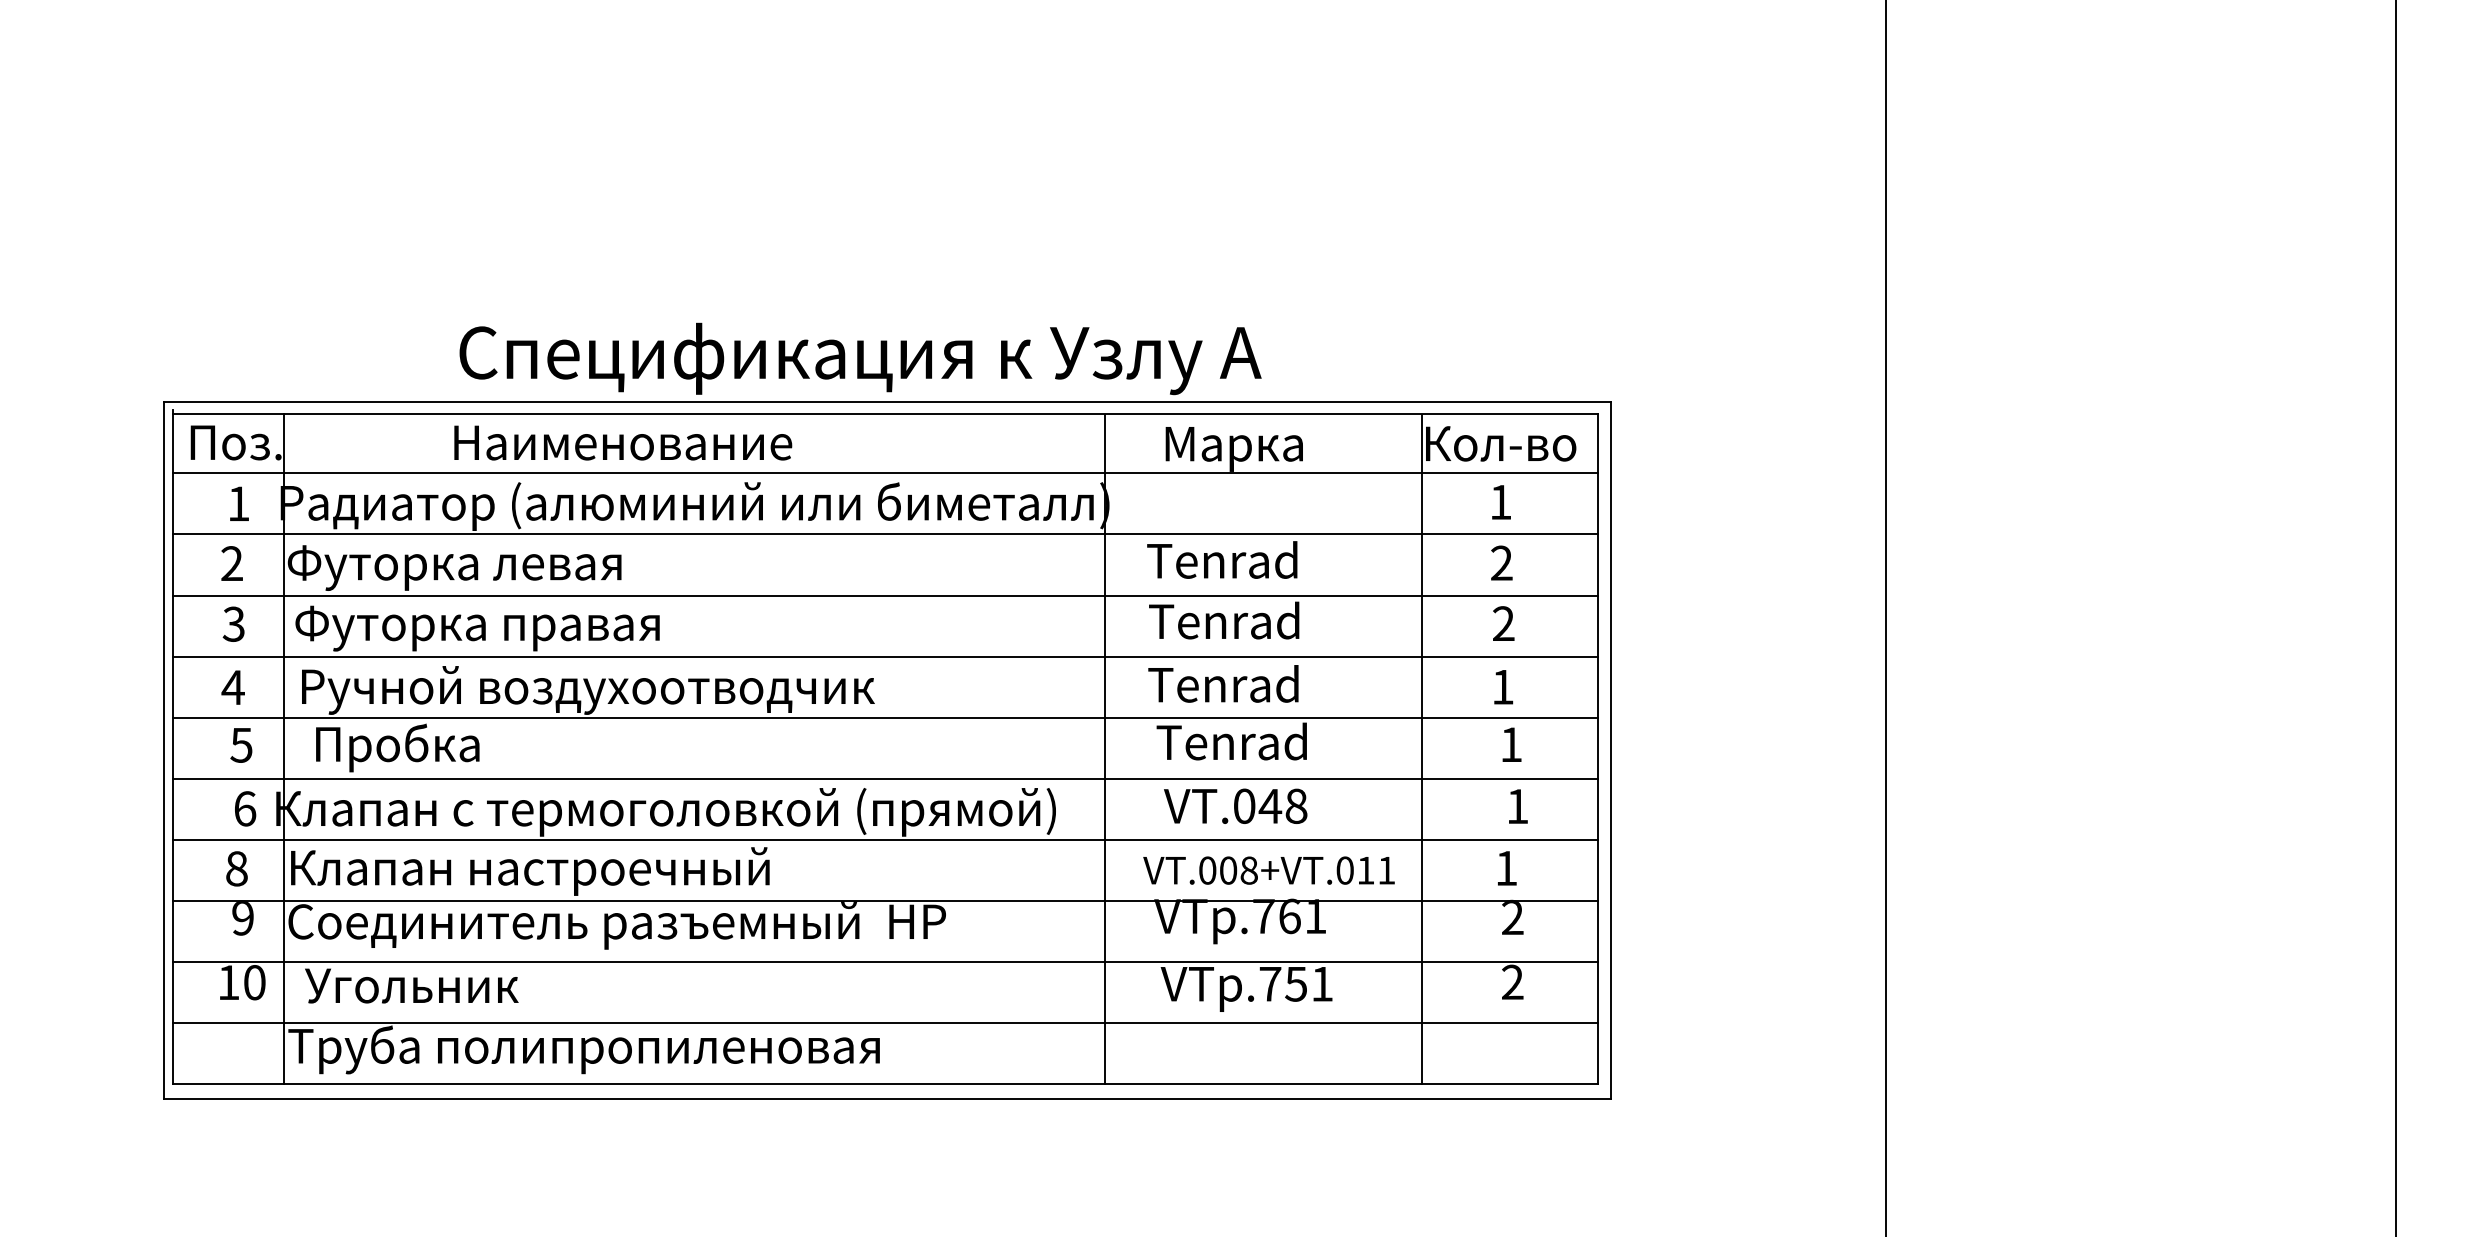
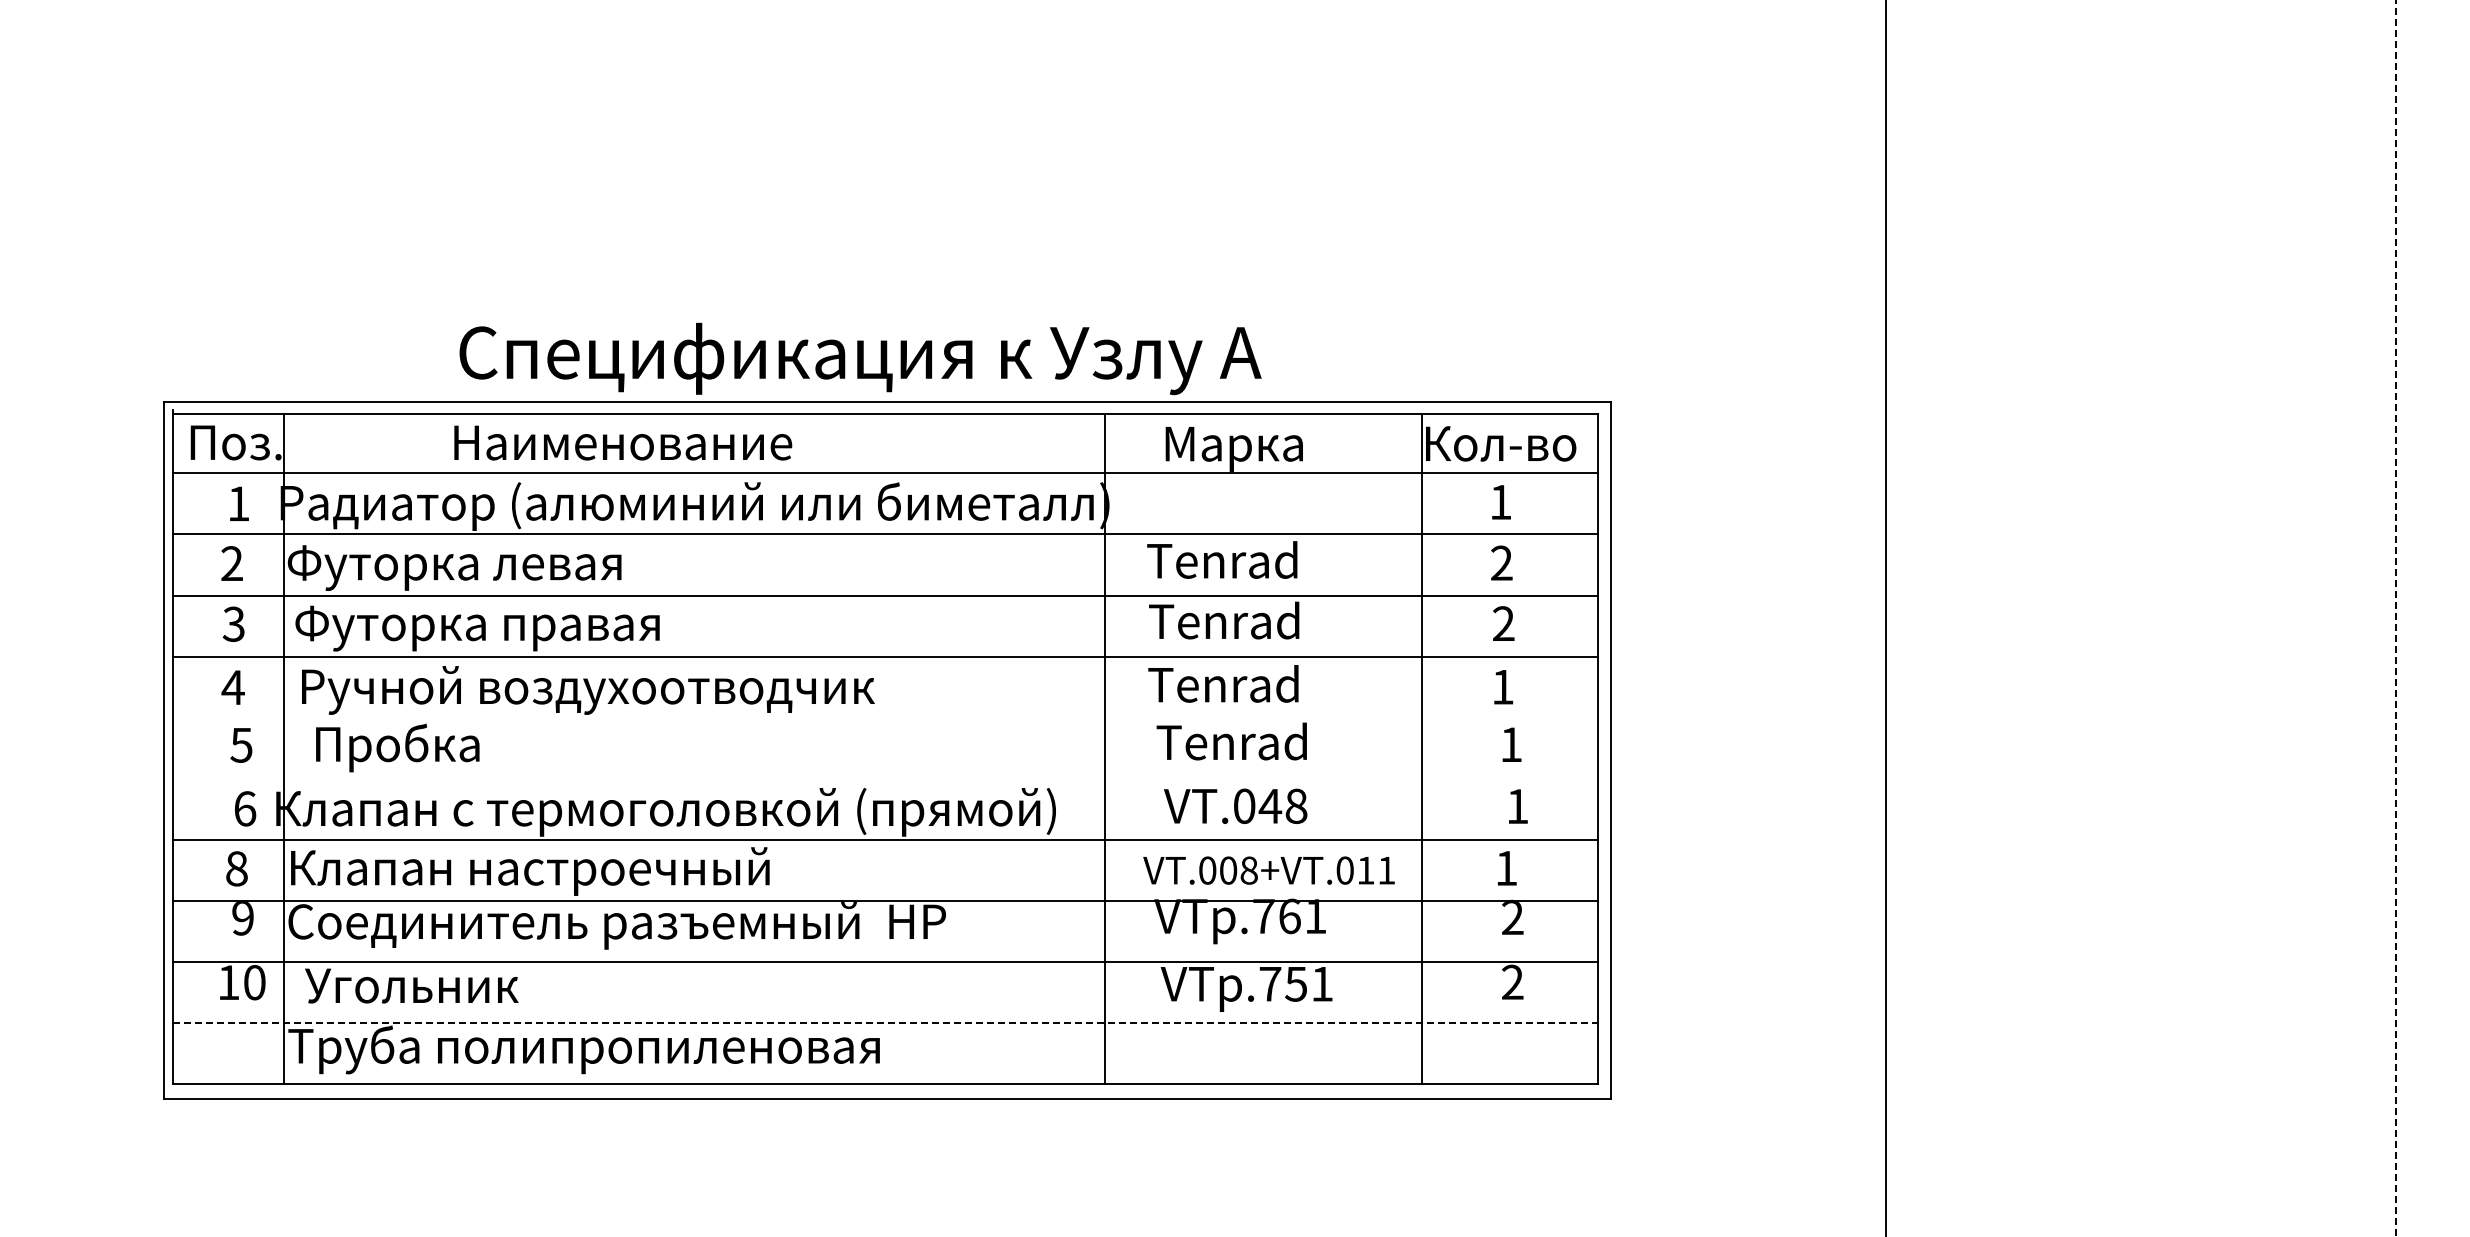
line at (2395, 618): solid -> dashed
line at (885, 717): present -> none
line at (885, 778): present -> none
line at (885, 1023): solid -> dashed
